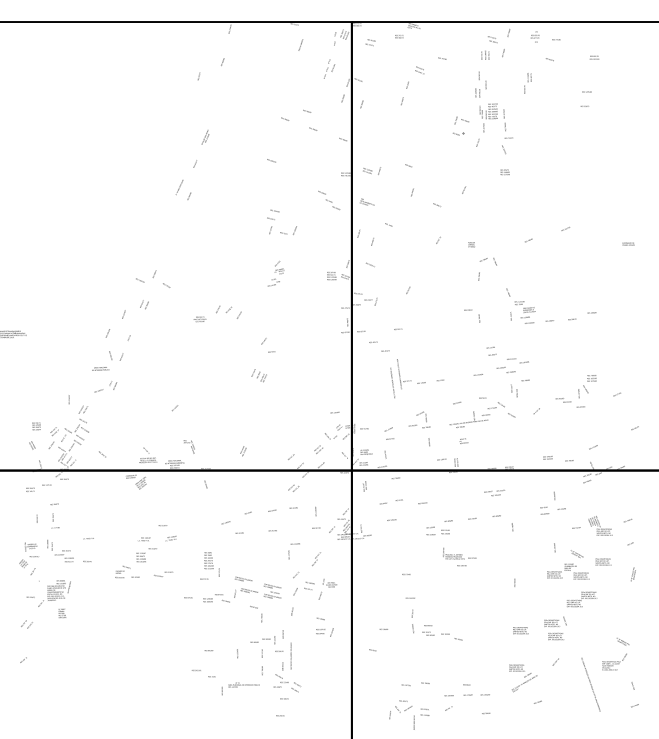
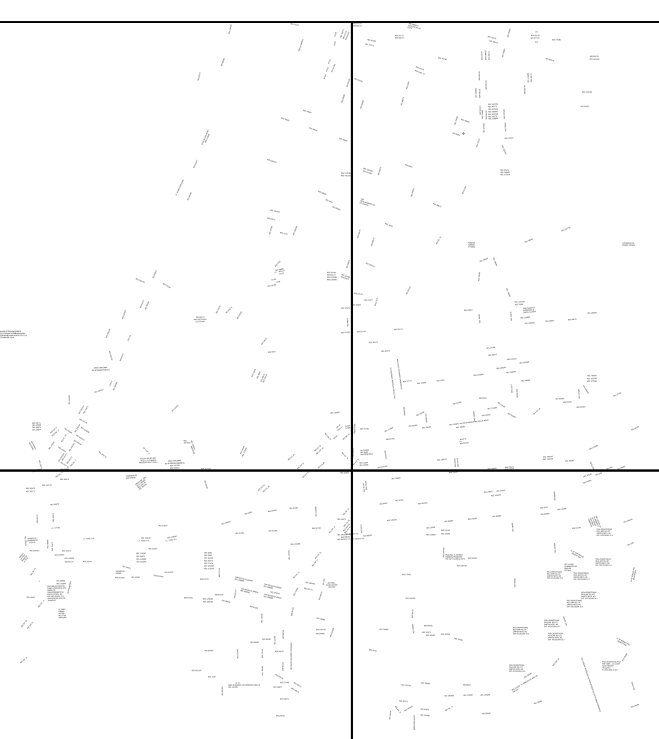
text at (428, 442) position: (428, 442) -> (403, 411)
text at (293, 488) position: (293, 488) -> (263, 488)
text at (28, 554) position: (28, 554) -> (28, 548)
